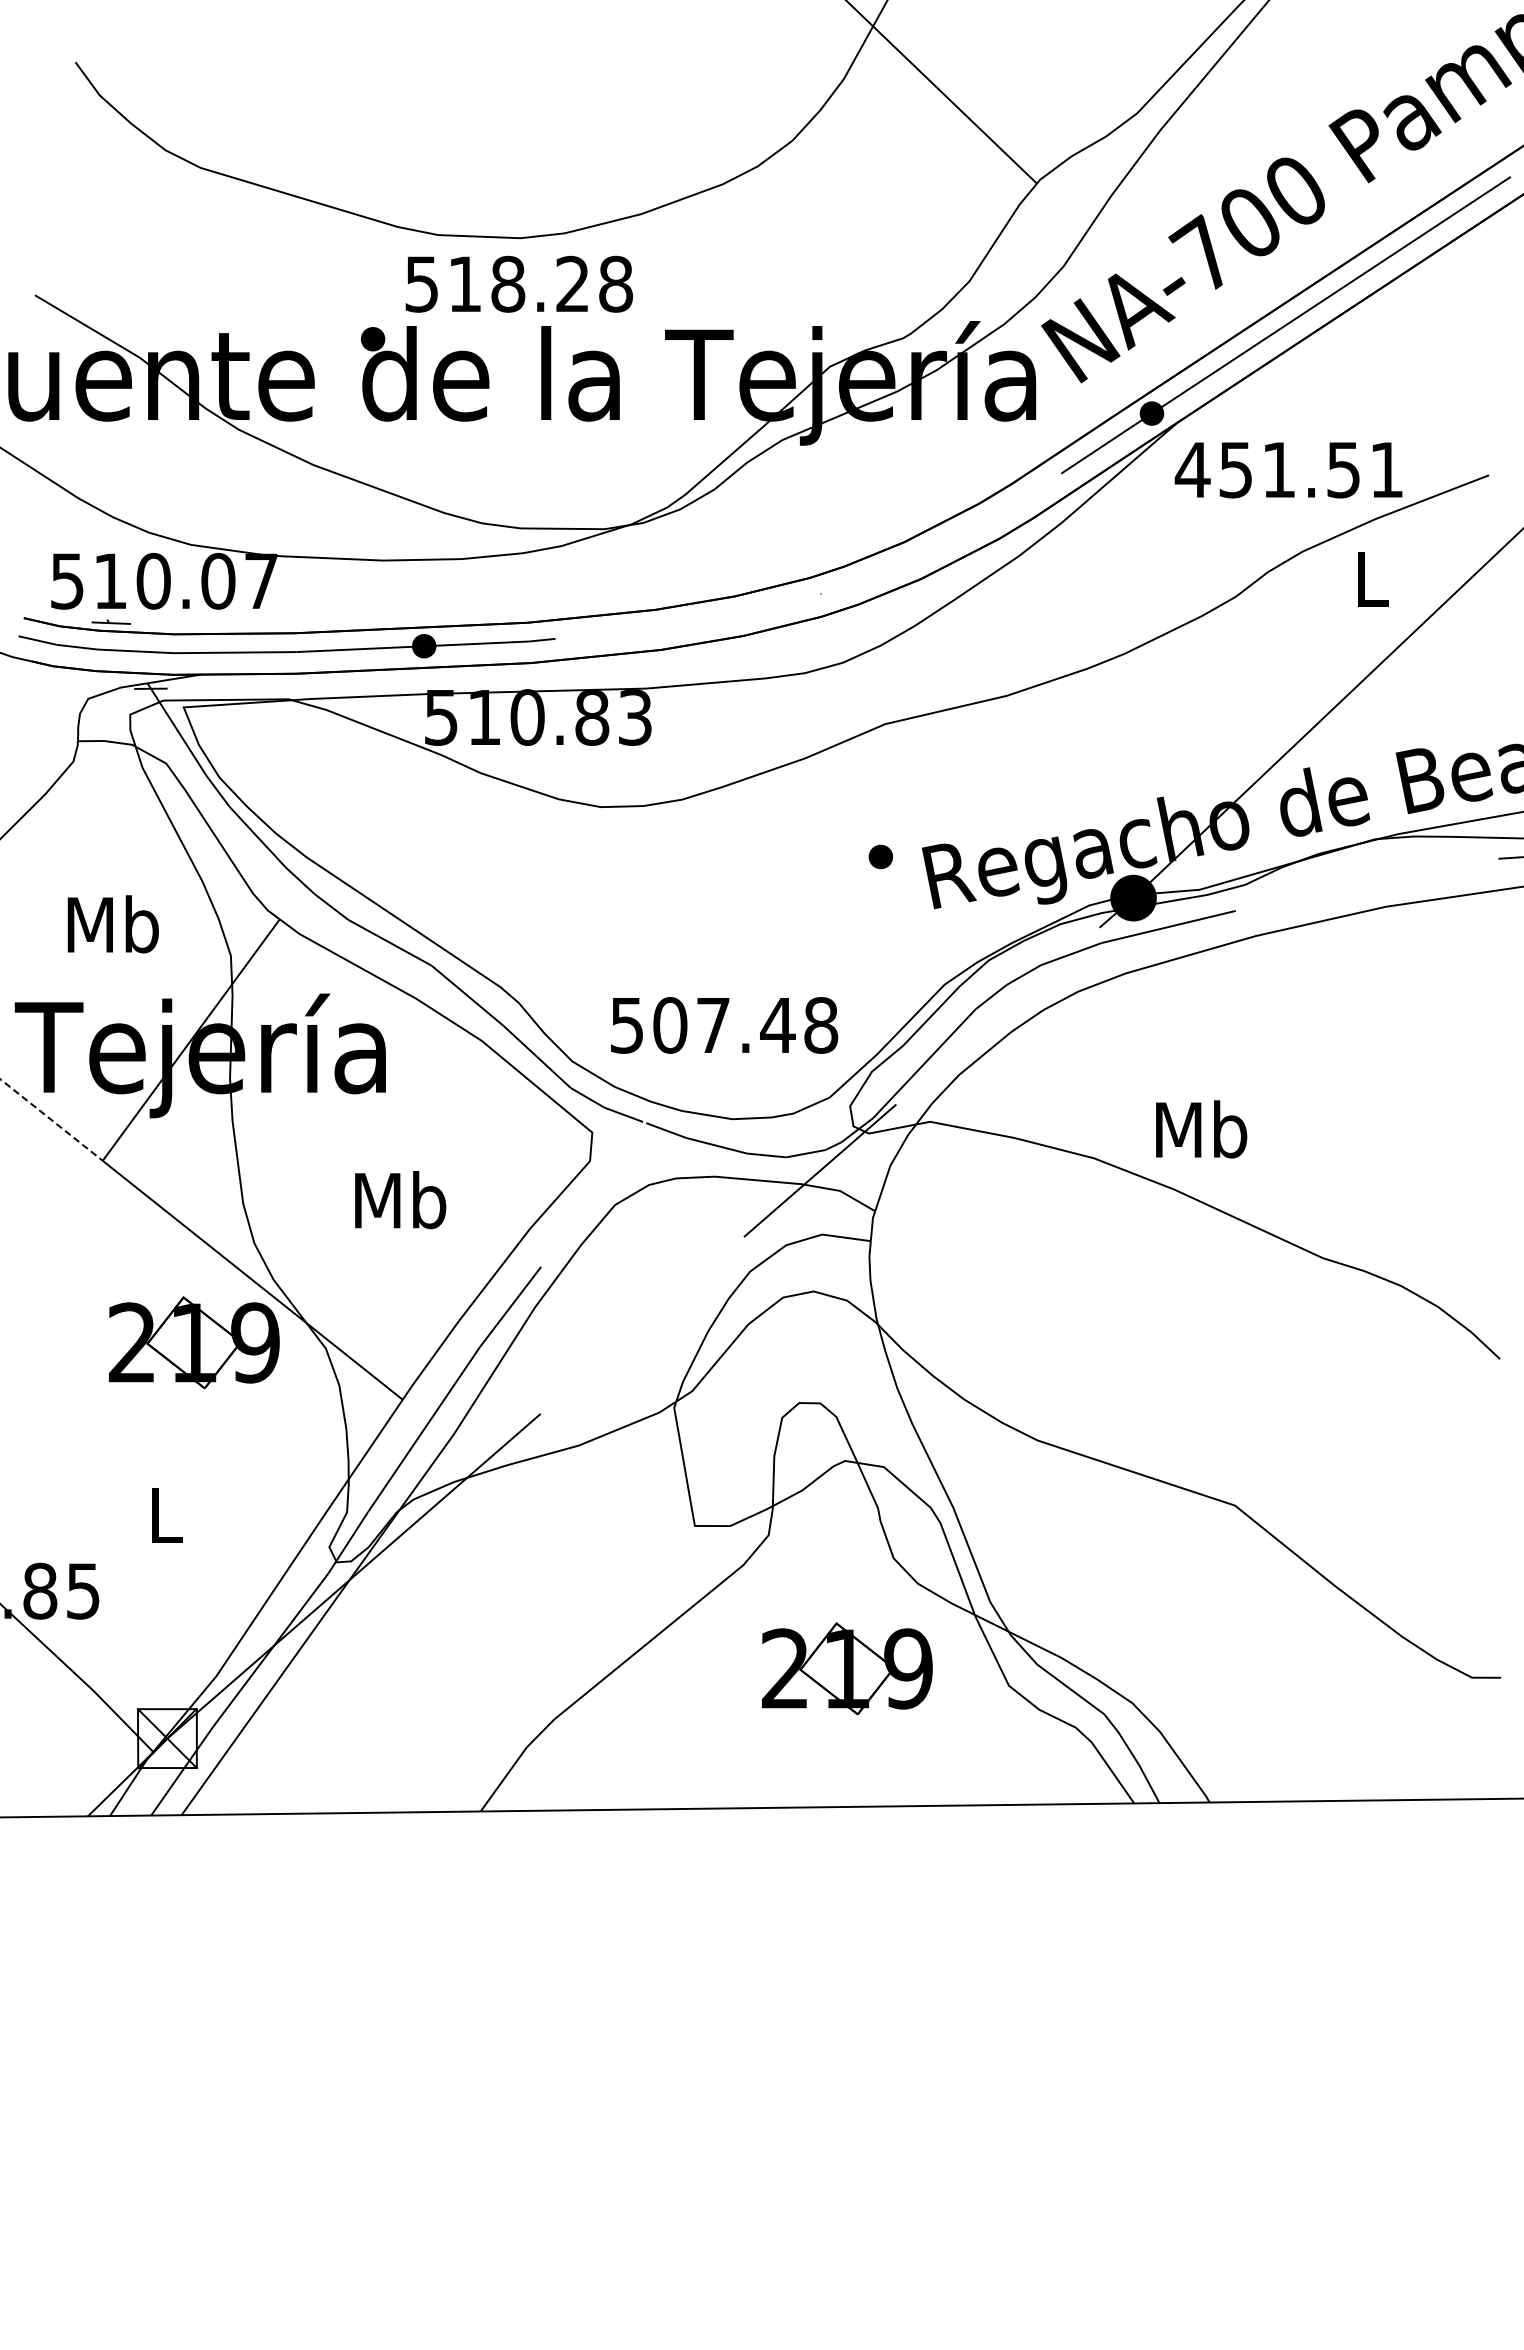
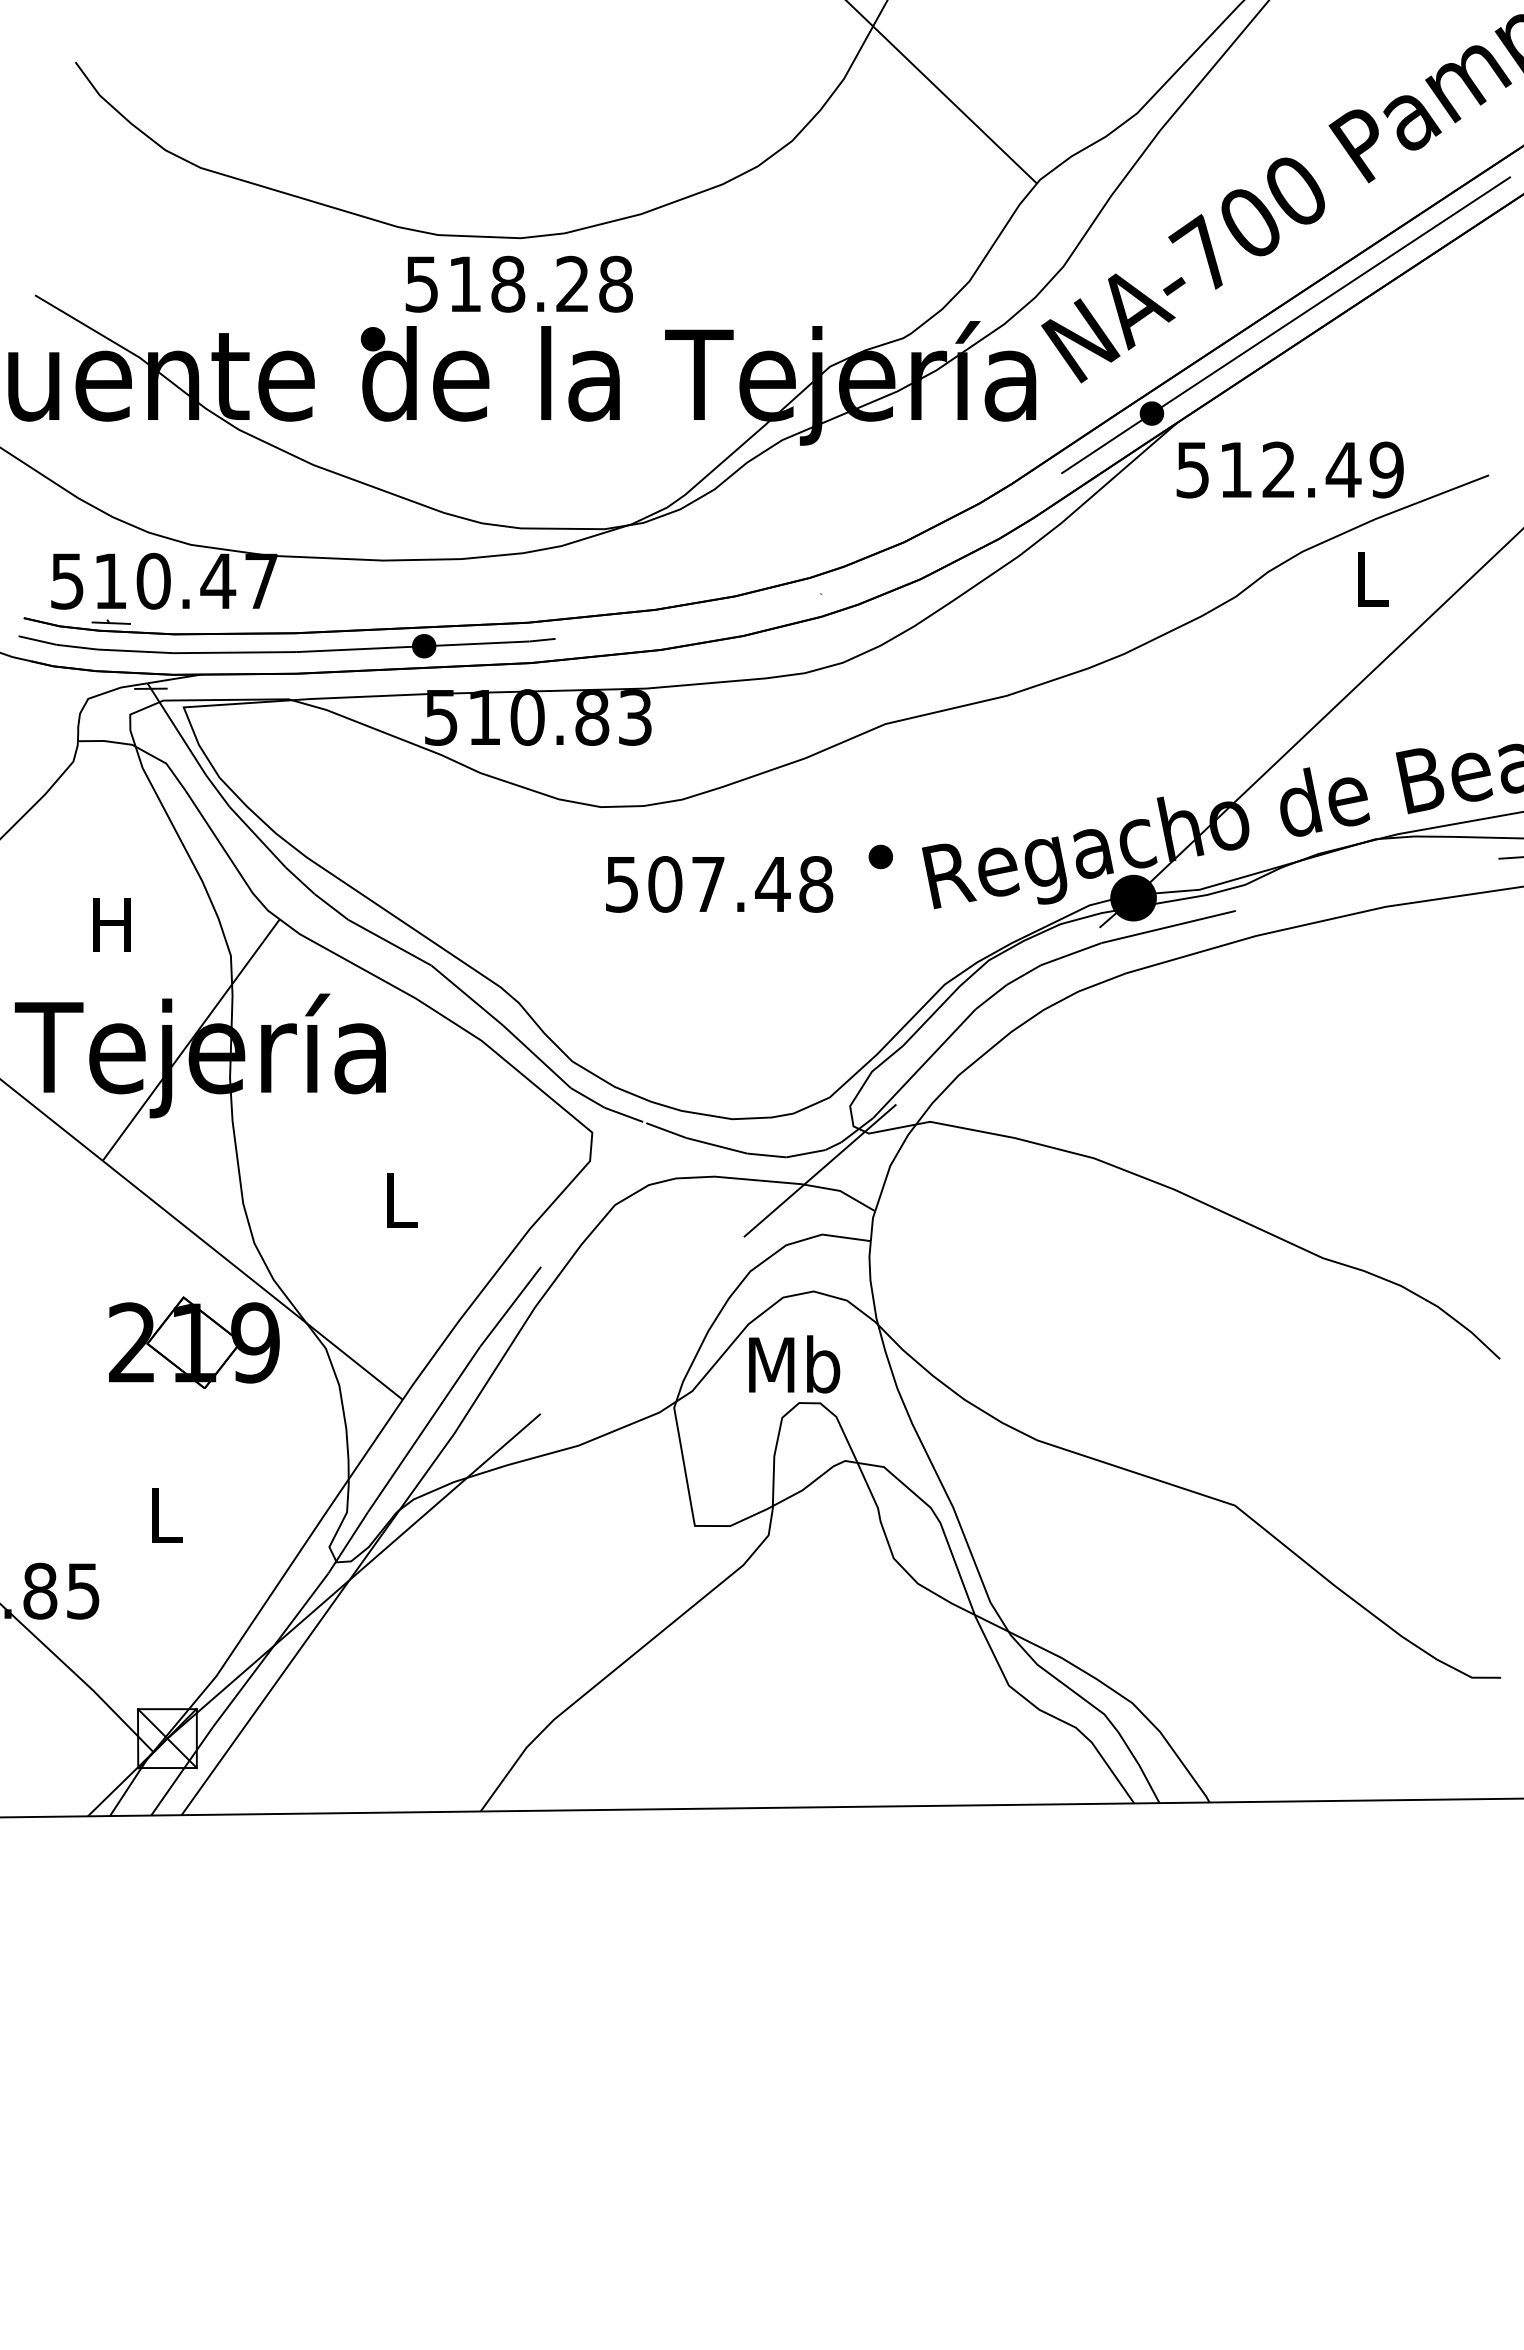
text at (1288, 469): 451.51 -> 512.49
text at (218, 580): 510.07 -> 510.47
text at (112, 924): Mb -> H
text at (724, 1025) position: (724, 1025) -> (719, 884)
line at (52, 1120): dashed -> solid
text at (1201, 1129) position: (1201, 1129) -> (794, 1364)
text at (400, 1200): Mb -> L
part at (847, 1668): present -> none
